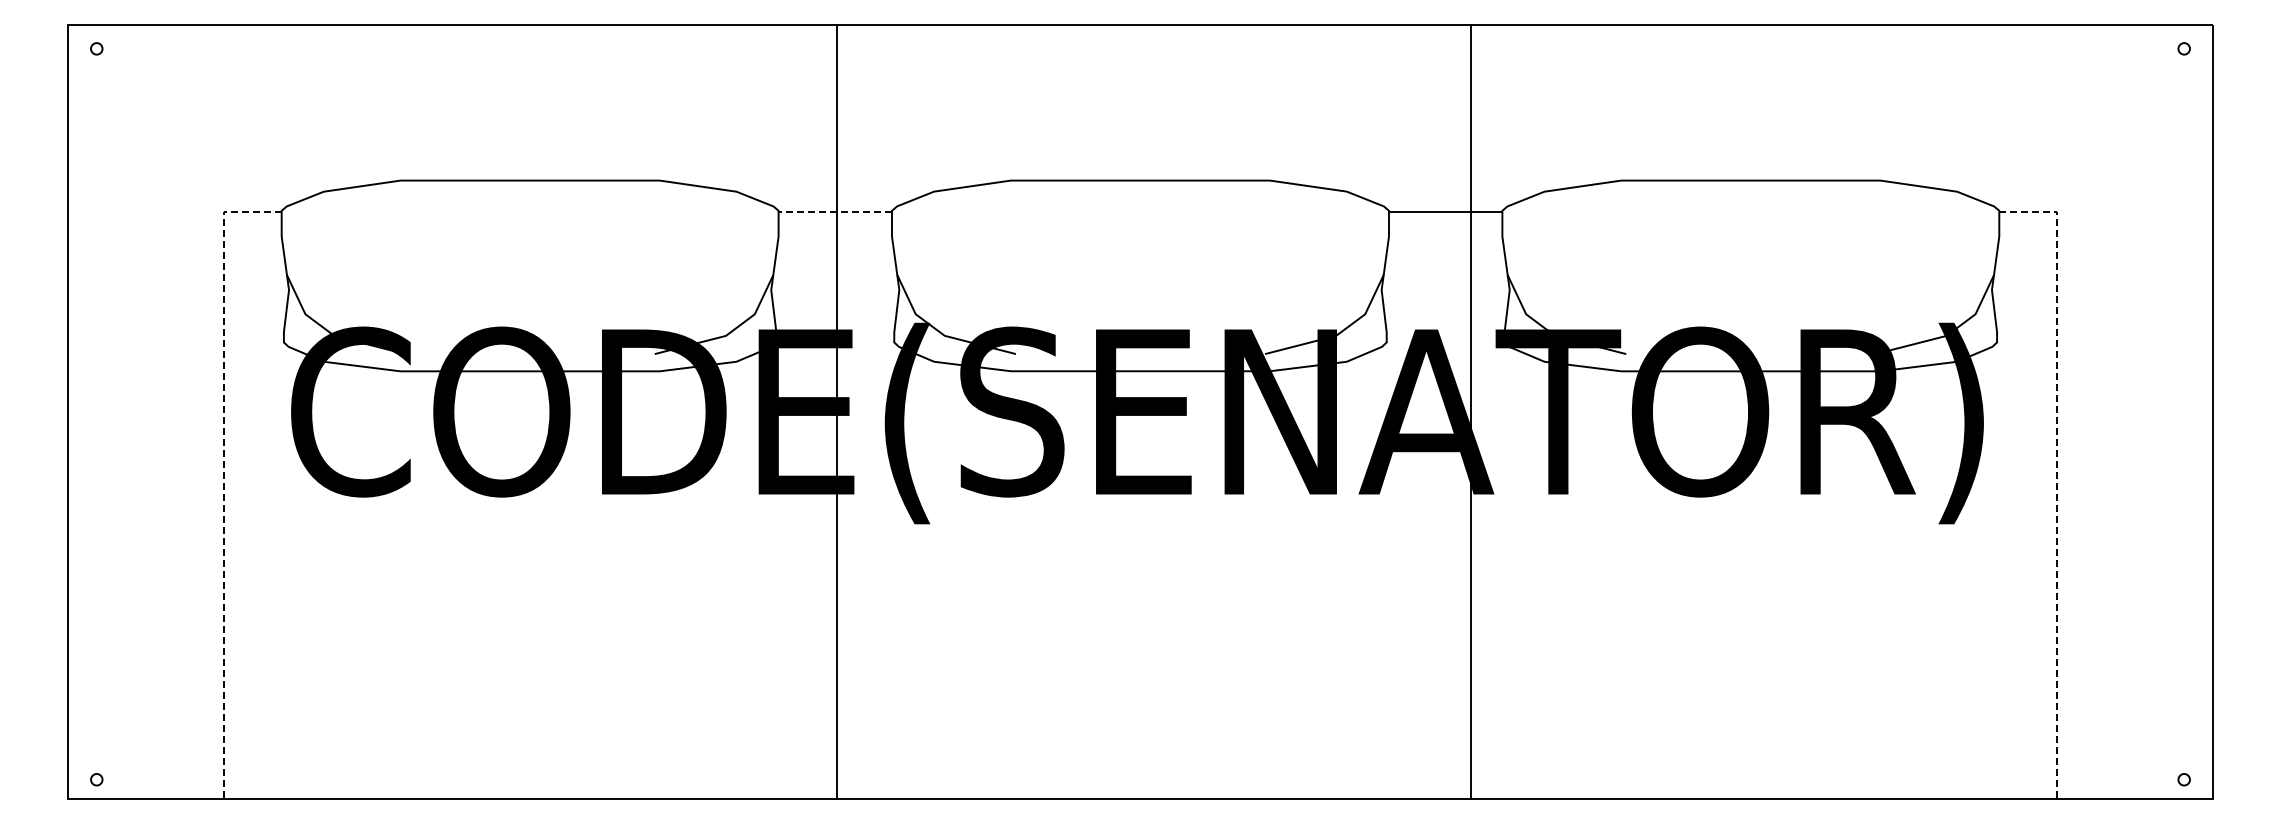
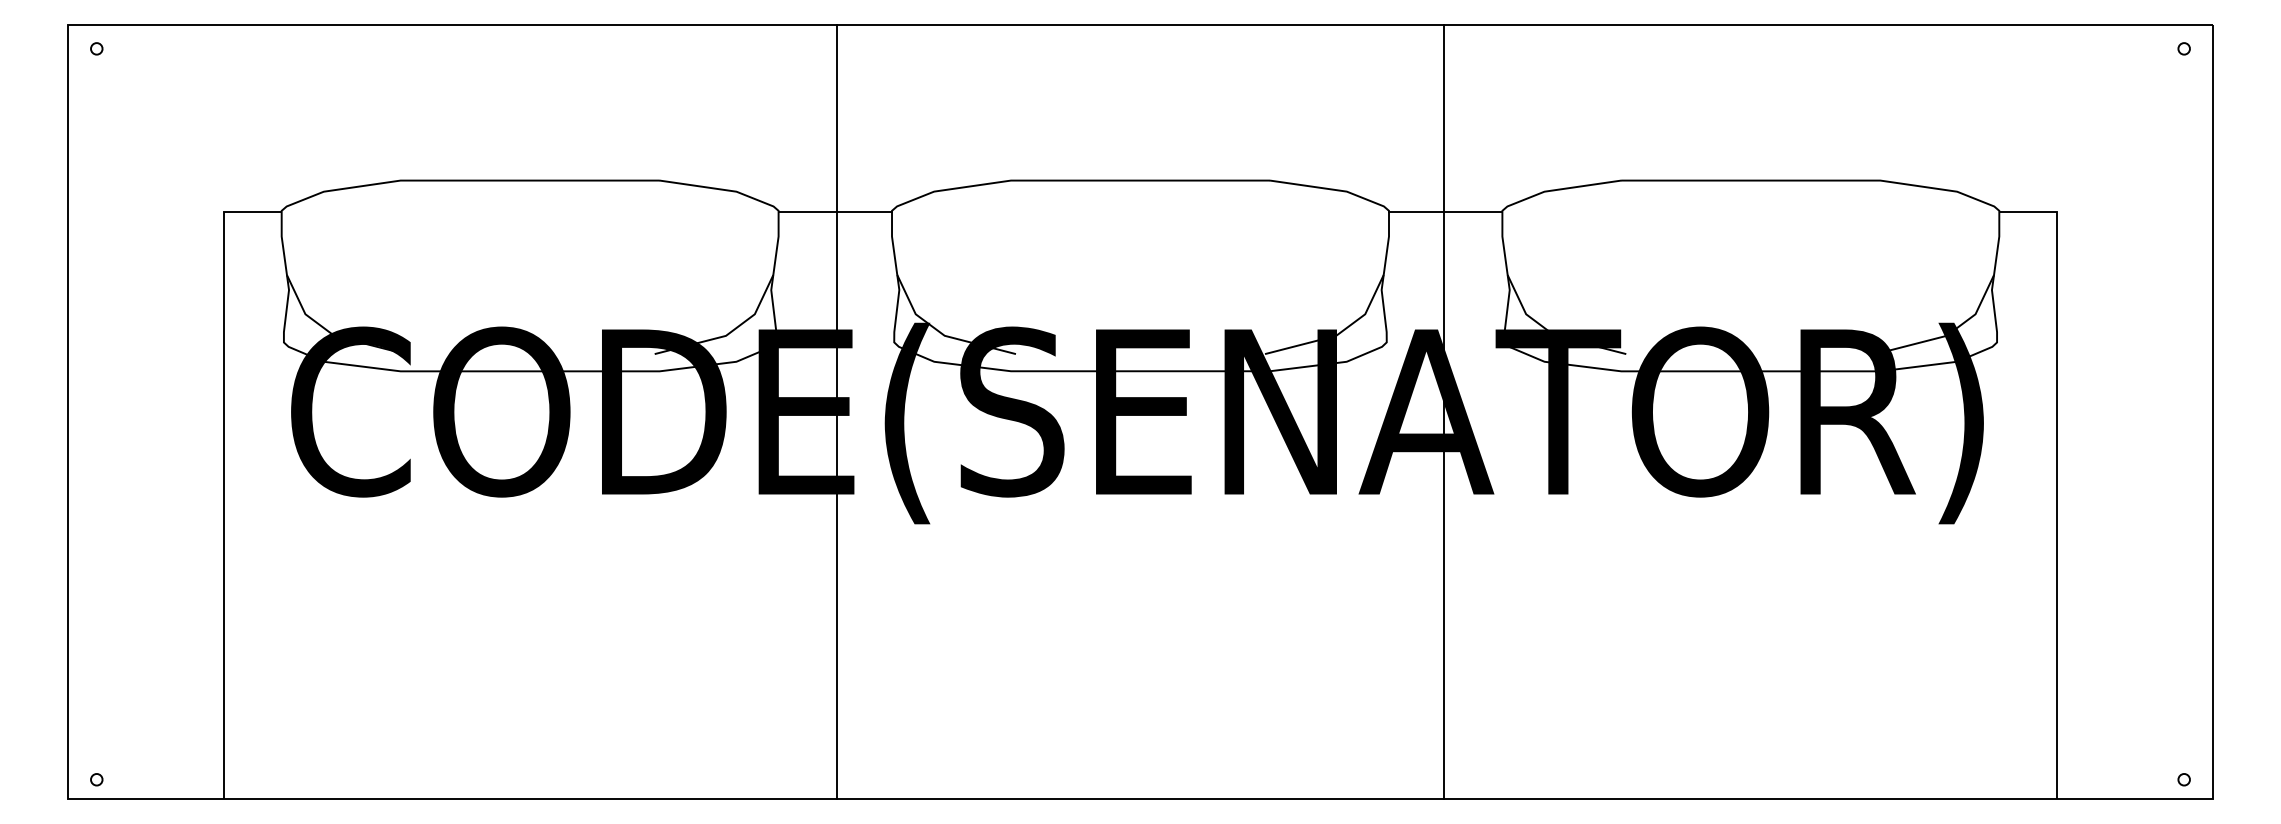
line at (835, 211): dashed -> solid
line at (1471, 411) position: (1471, 411) -> (1444, 411)
line at (223, 475): dashed -> solid
line at (2057, 475): dashed -> solid
